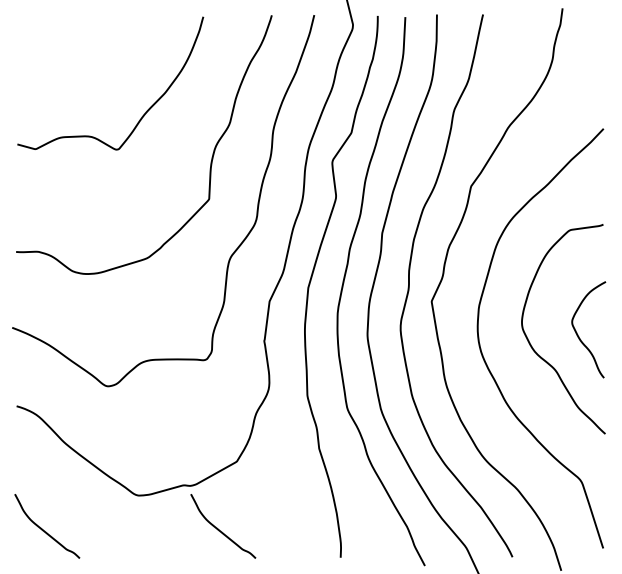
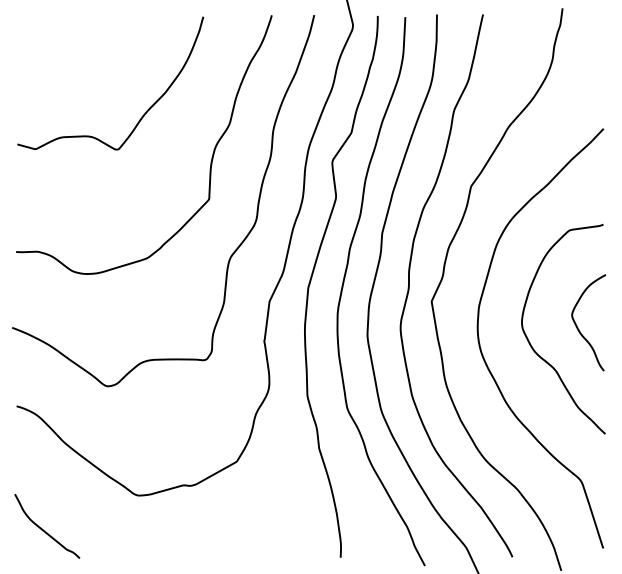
curve at (578, 334) position: (578, 334) -> (578, 327)
curve at (219, 529): present -> none
